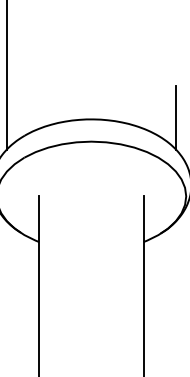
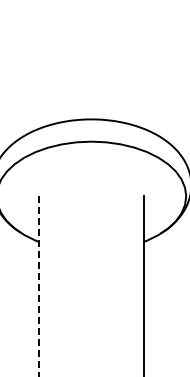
line at (6, 75): present -> none
line at (175, 117): present -> none
line at (39, 286): solid -> dashed
